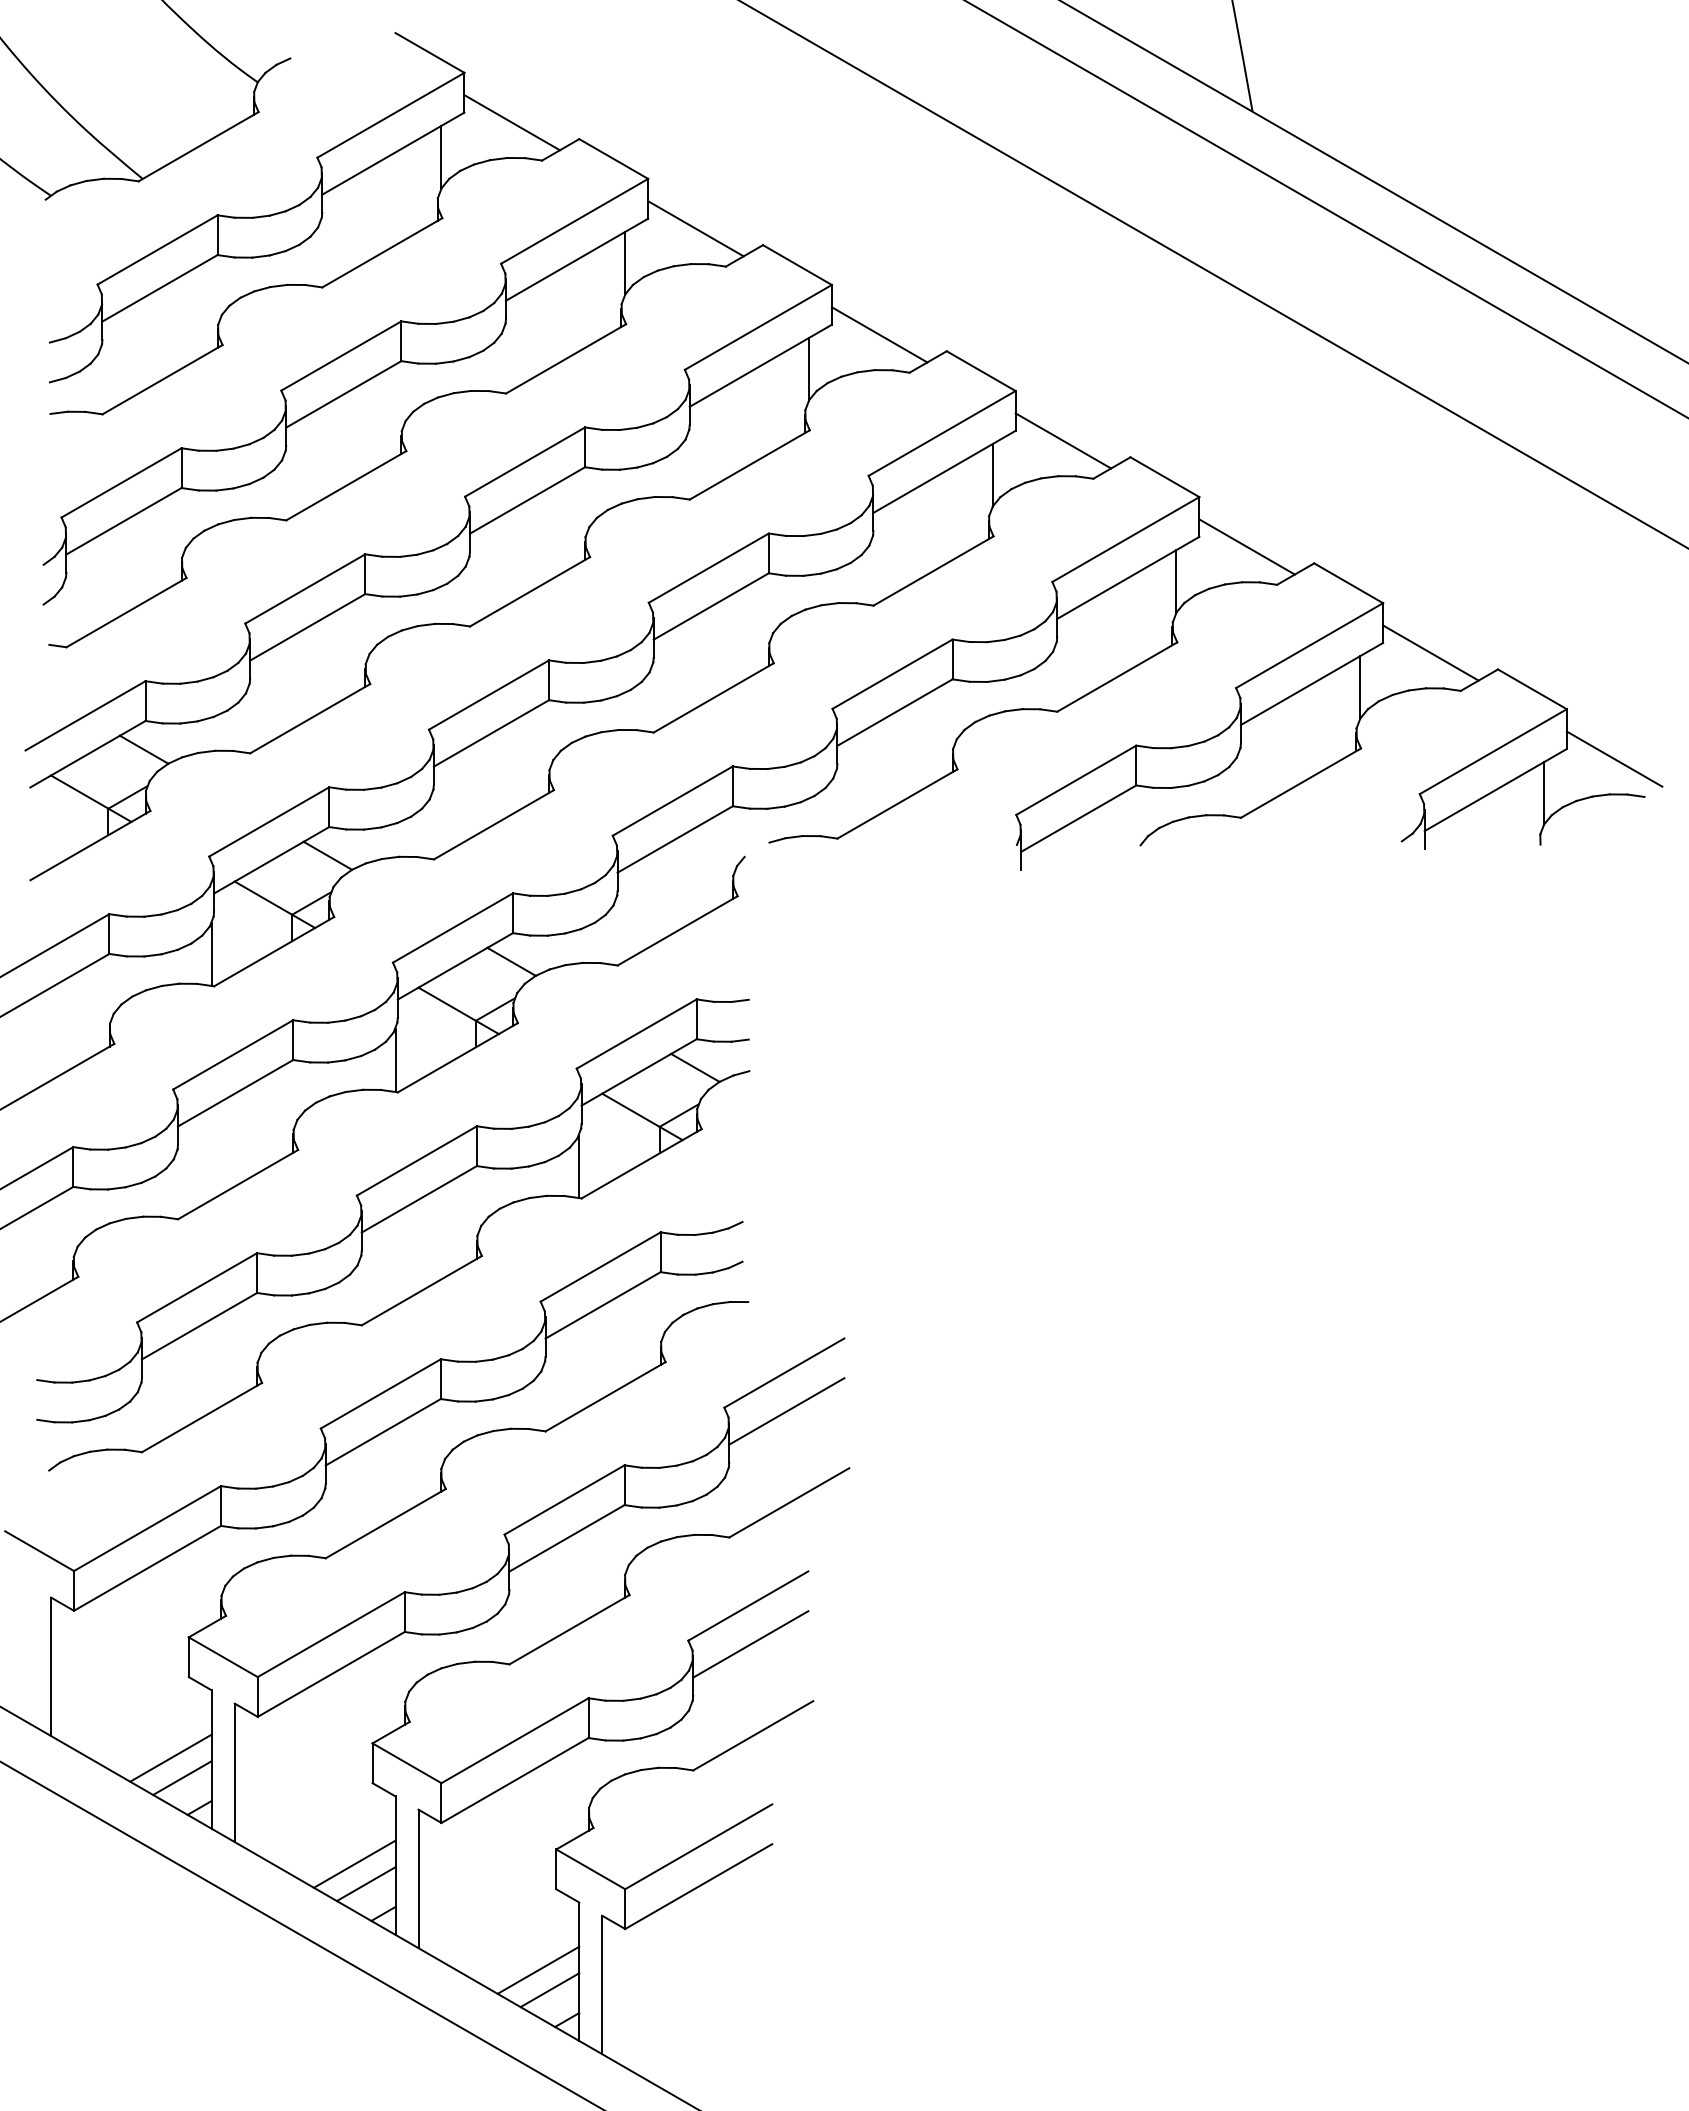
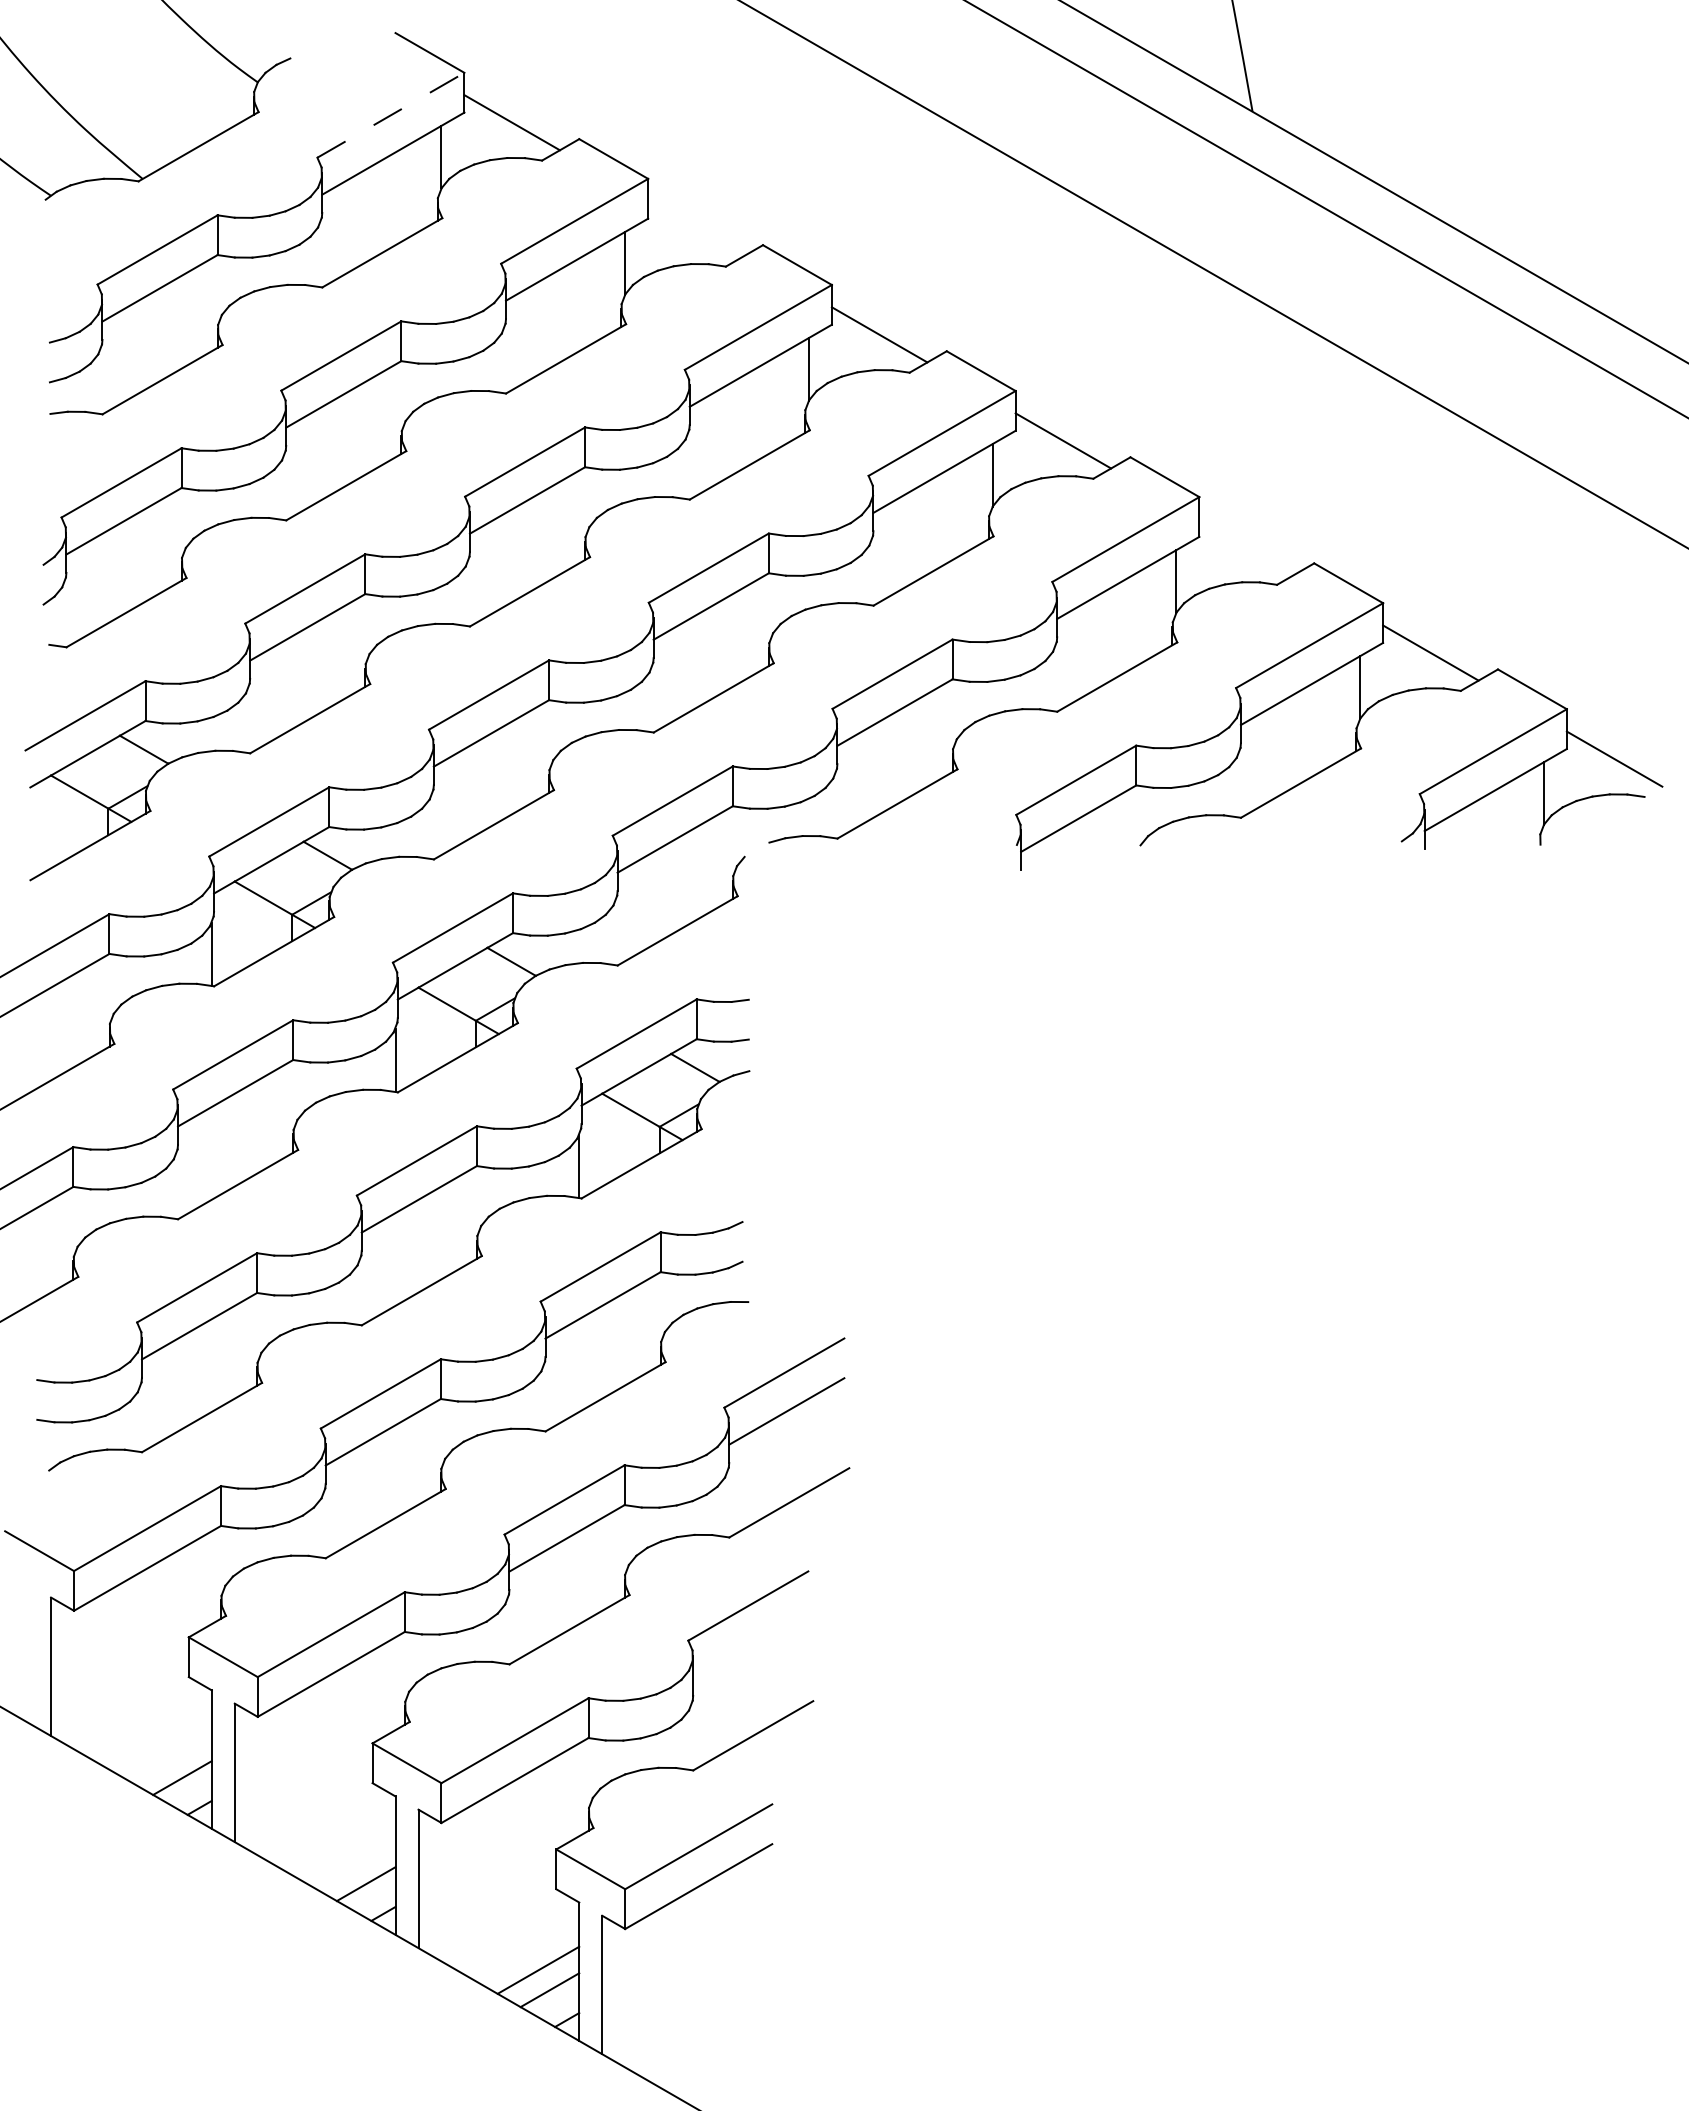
line at (390, 115): solid -> dashed
line at (695, 228): present -> none
line at (1246, 546): present -> none
line at (750, 1644): present -> none
line at (170, 1757): present -> none
line at (354, 1863): present -> none
line at (300, 1934): present -> none
